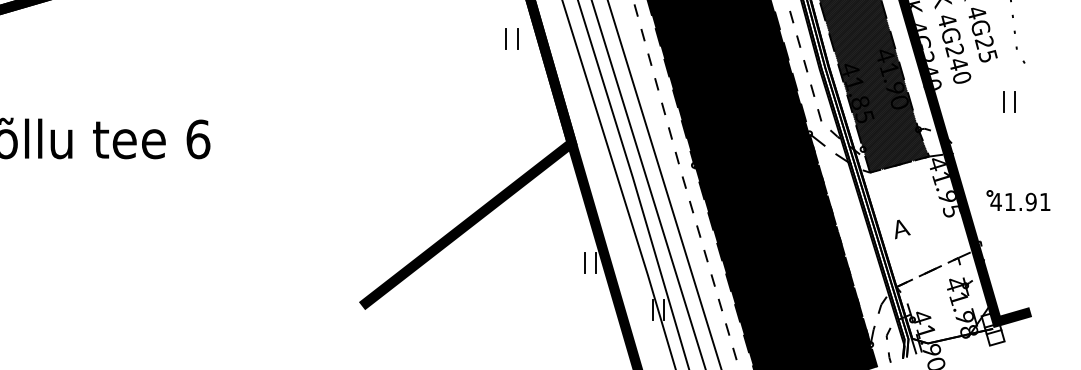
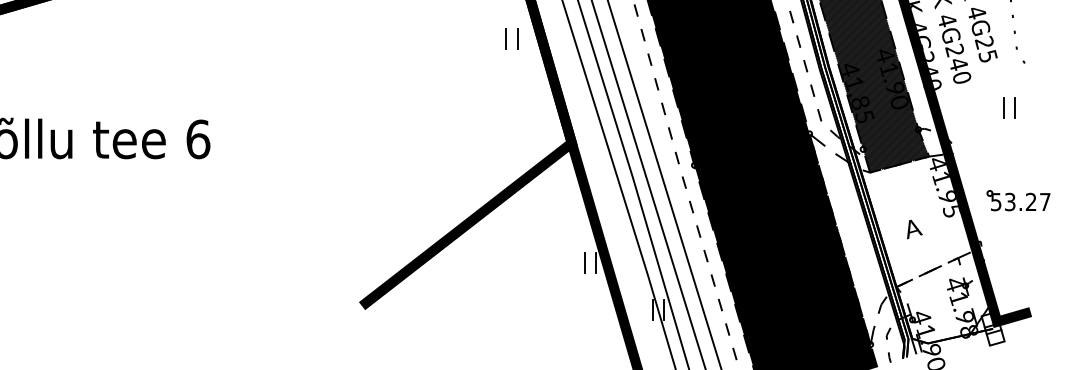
part at (1009, 101) position: (1009, 101) -> (1009, 107)
text at (1020, 201): 41.91 -> 53.27
text at (902, 229) position: (902, 229) -> (914, 229)
